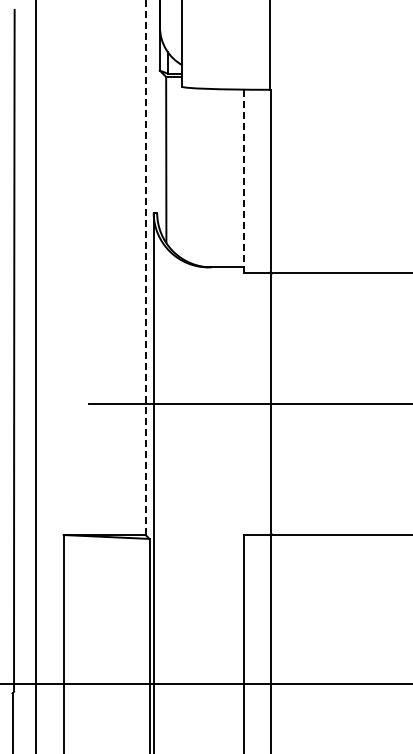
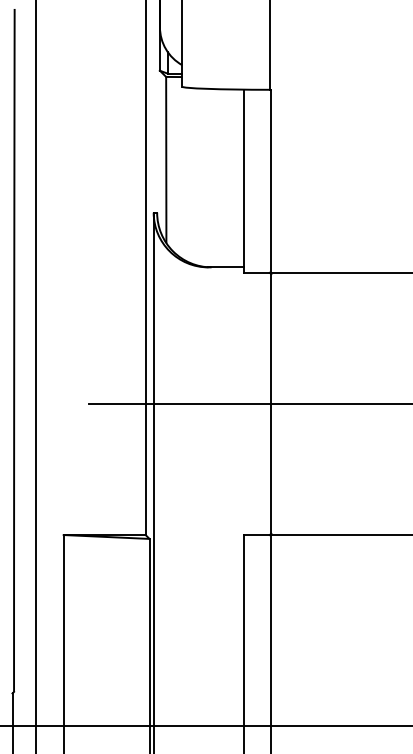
line at (243, 181): dashed -> solid
line at (145, 267): dashed -> solid
line at (205, 684) position: (205, 684) -> (205, 726)
